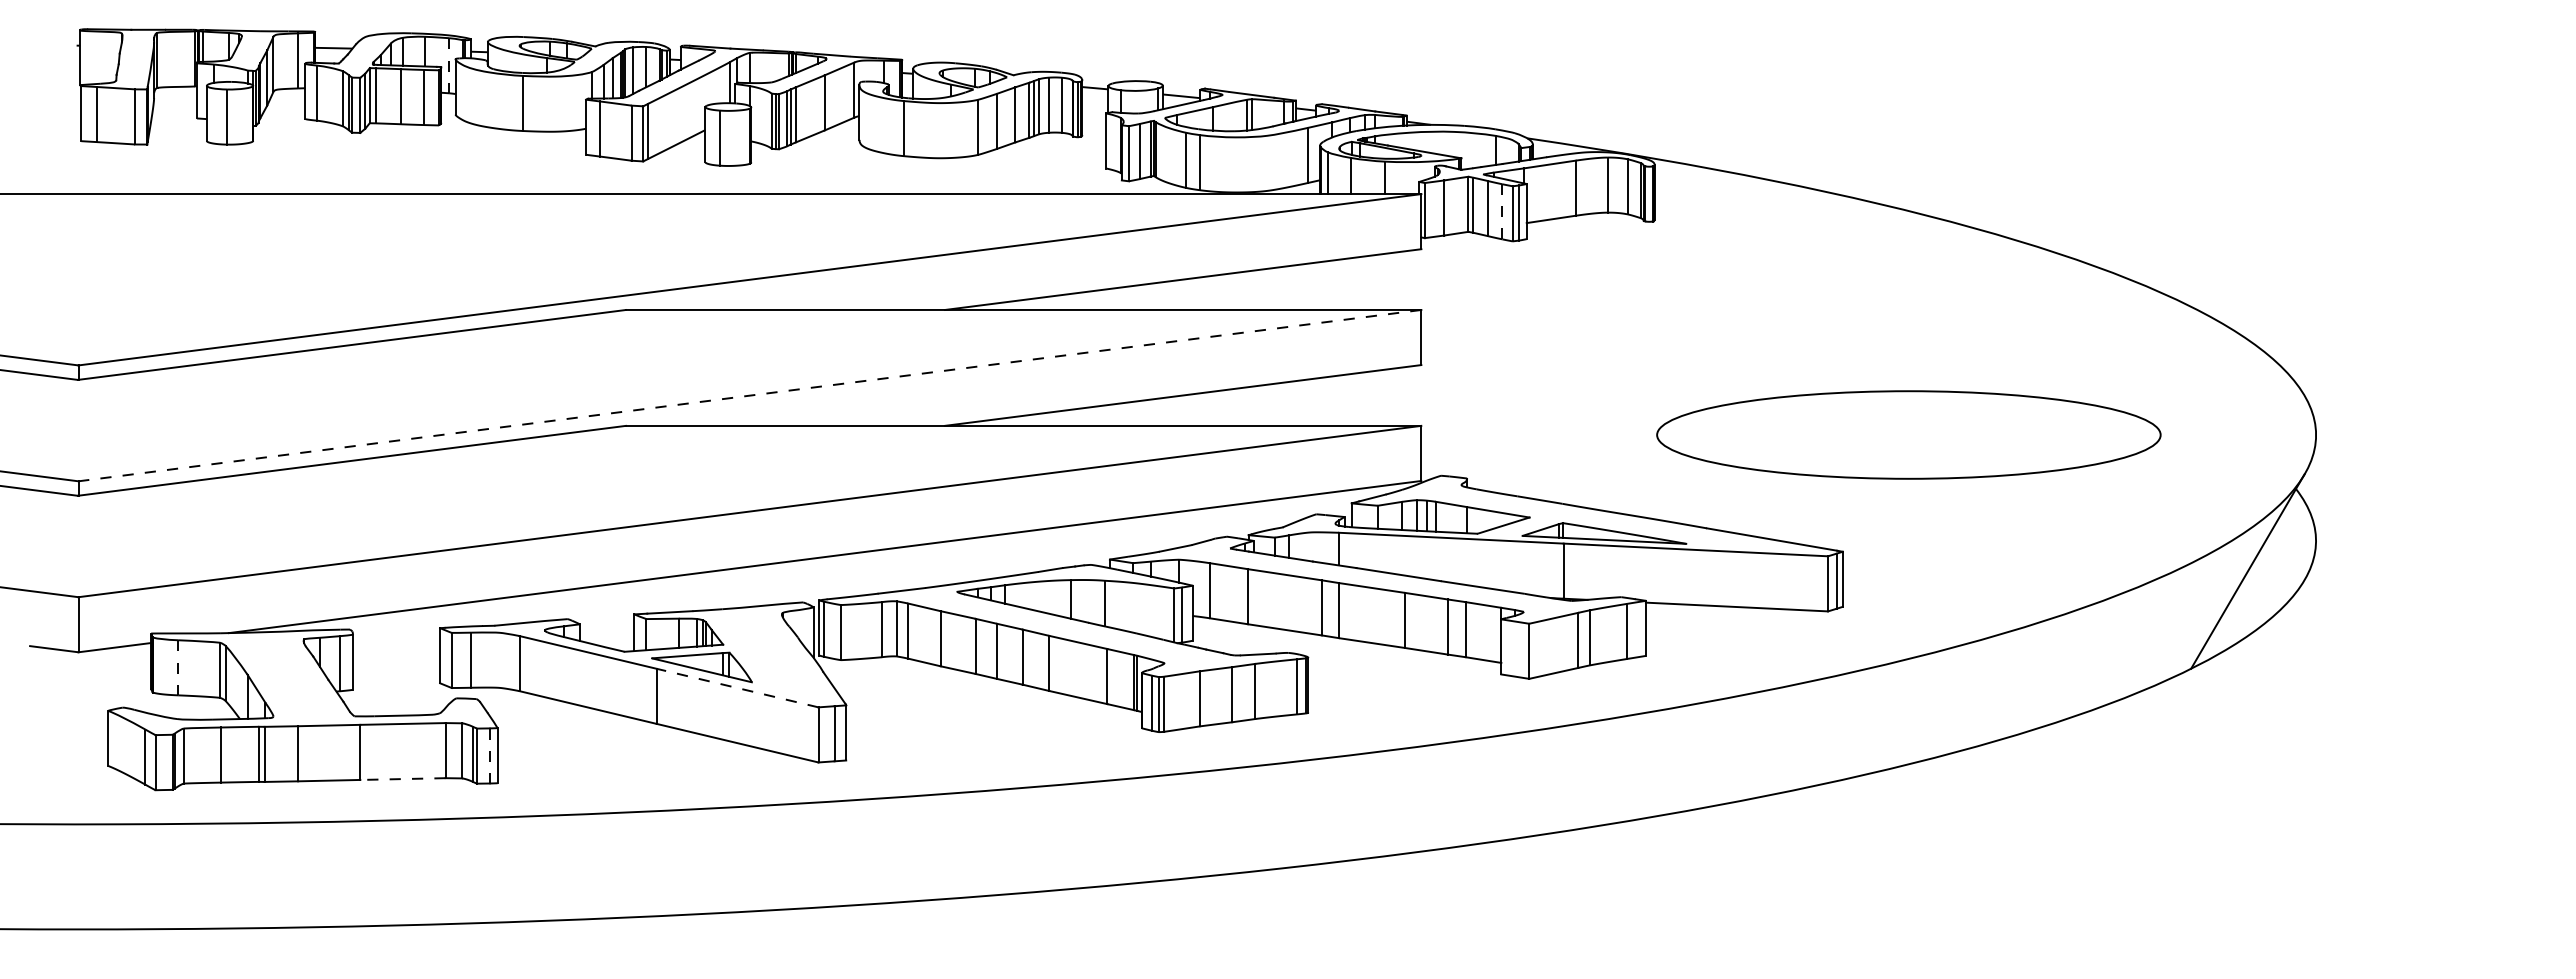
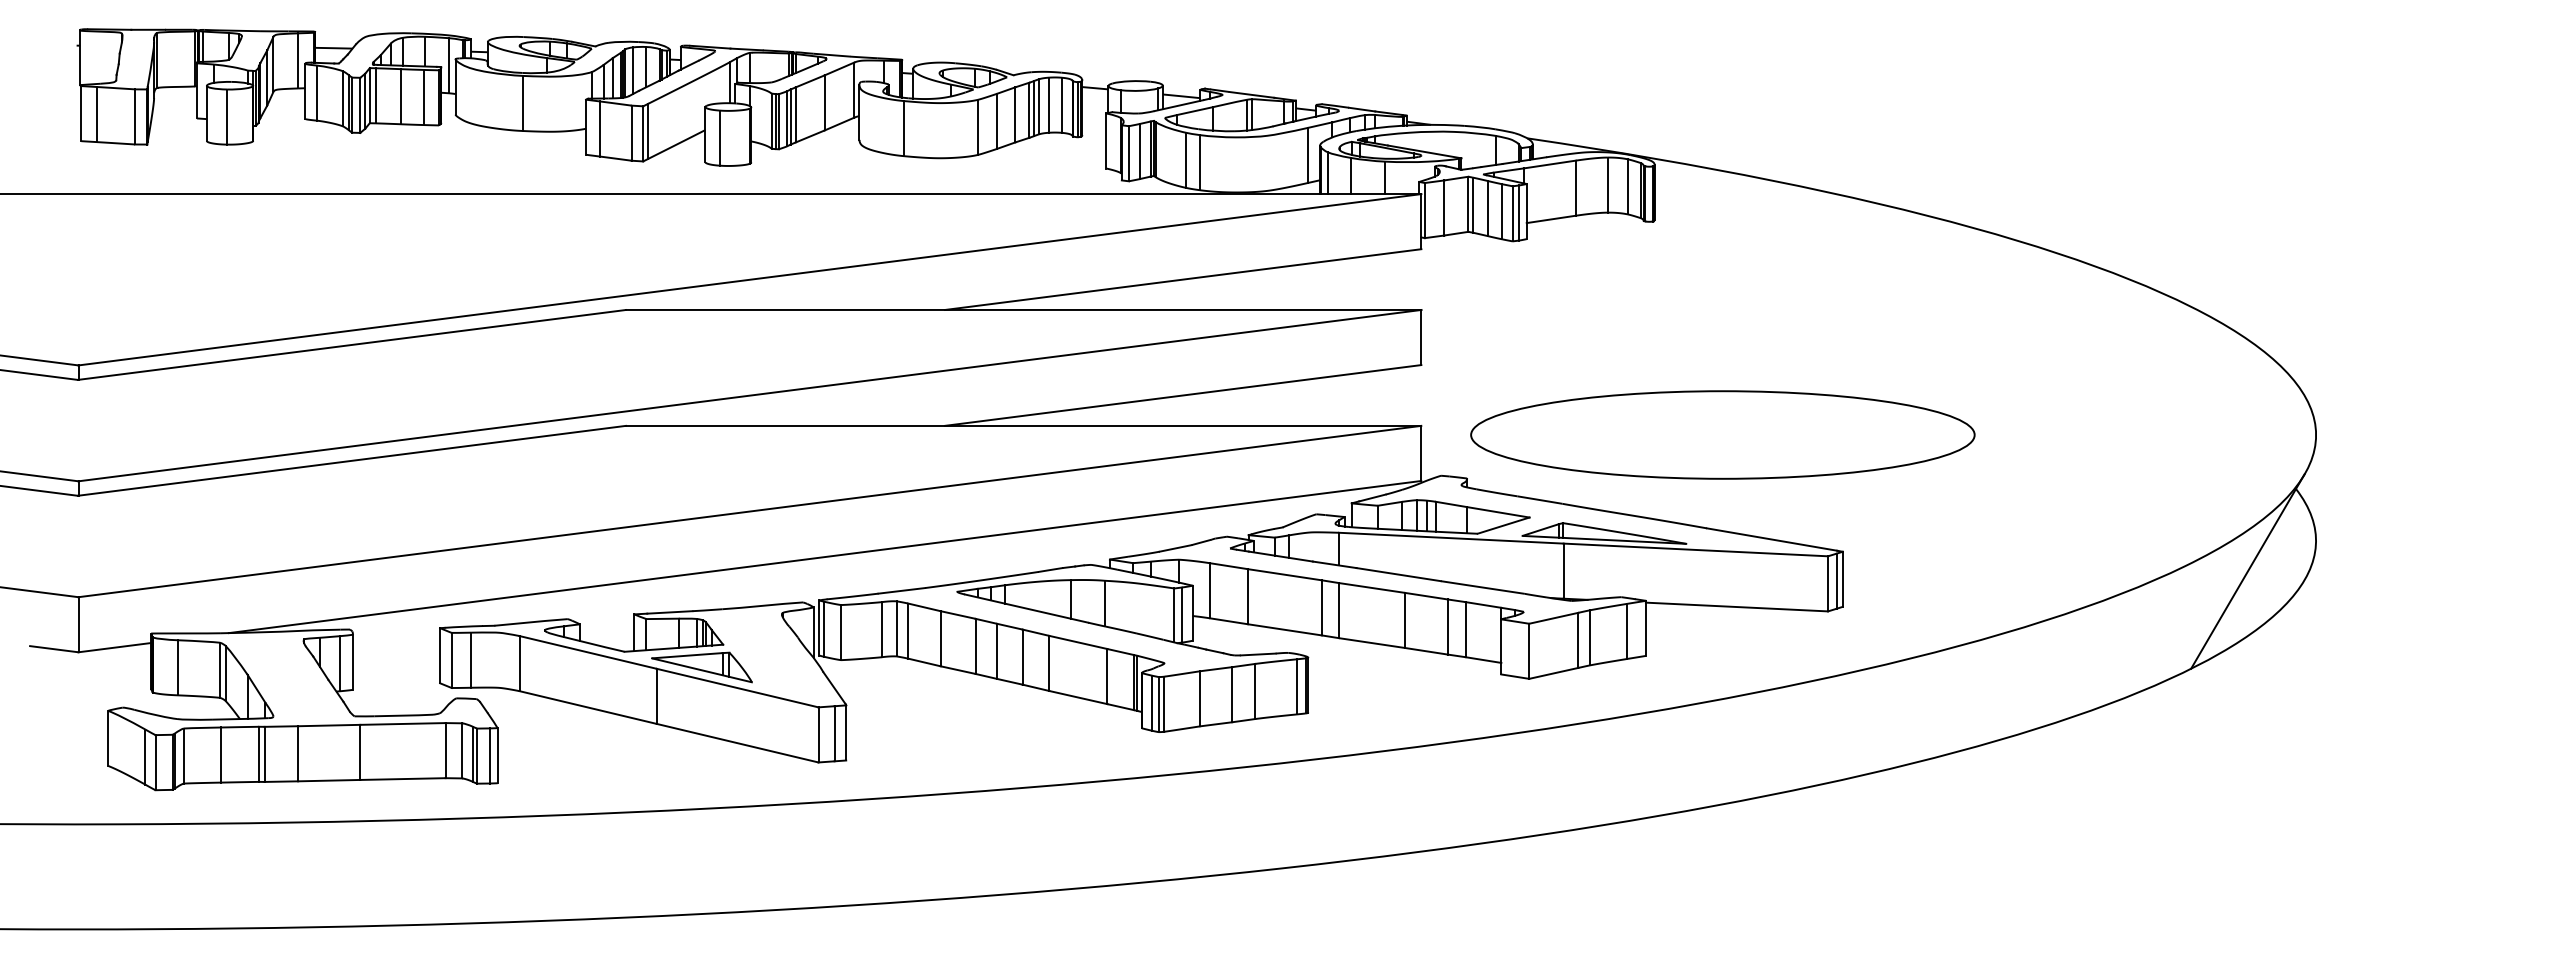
line at (449, 65): dashed -> solid
line at (1502, 211): dashed -> solid
line at (749, 395): dashed -> solid
part at (1908, 434) position: (1908, 434) -> (1722, 434)
line at (178, 667): dashed -> solid
line at (737, 687): dashed -> solid
line at (489, 755): dashed -> solid
line at (402, 779): dashed -> solid
